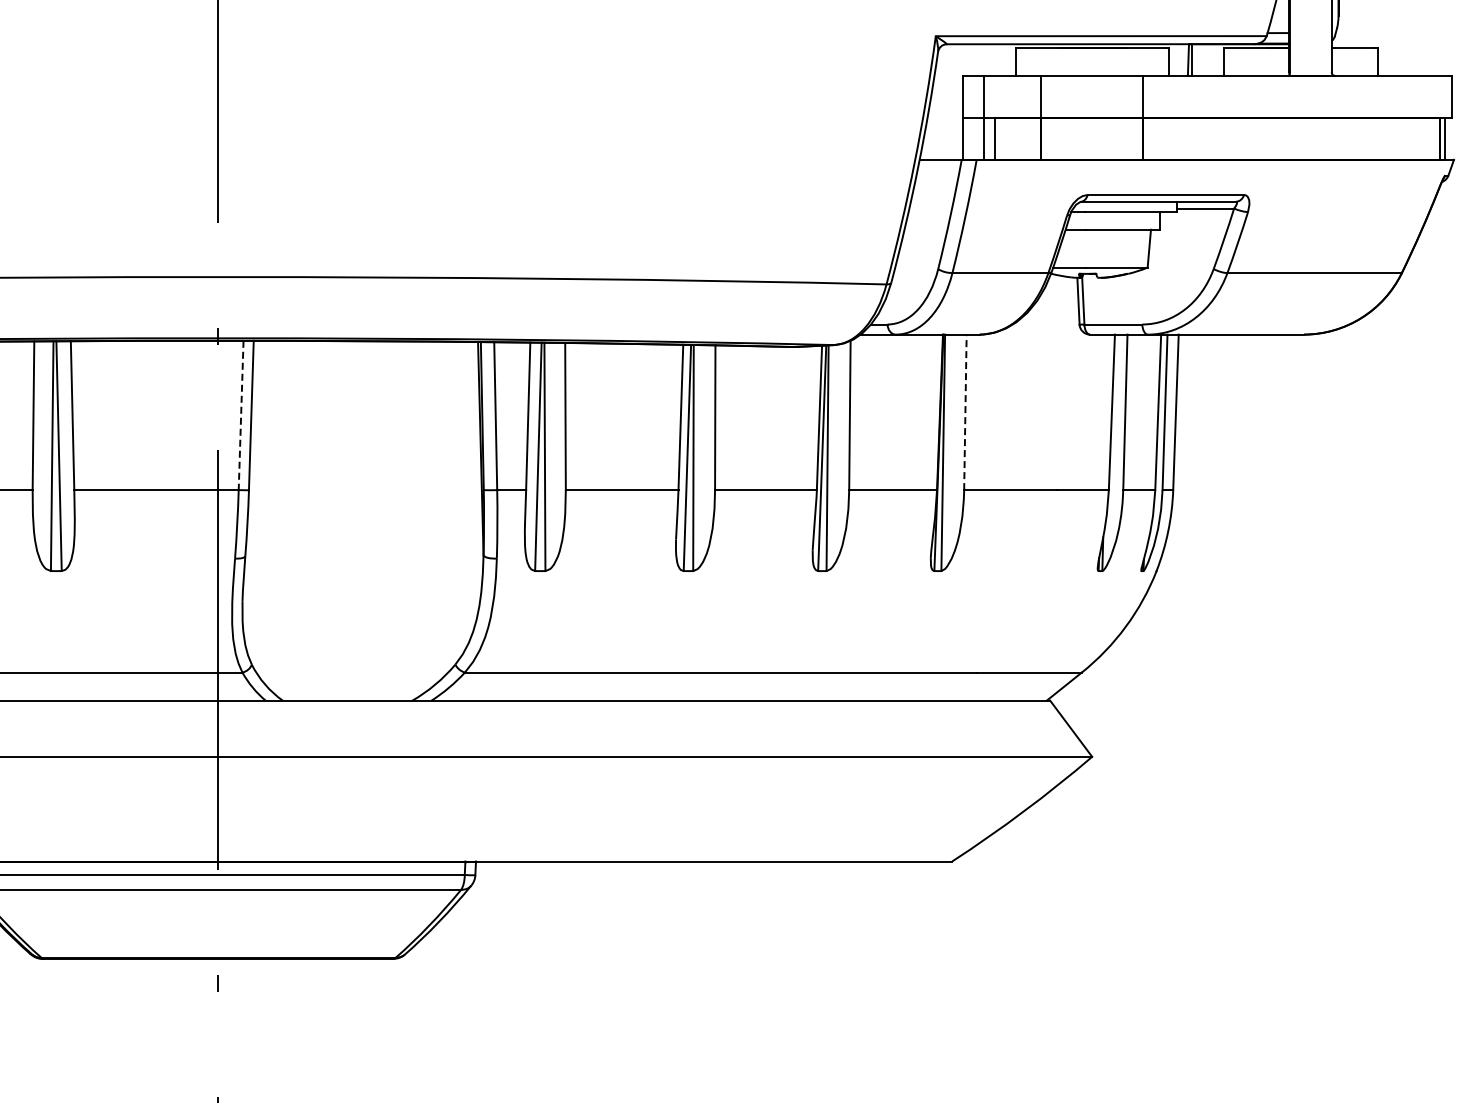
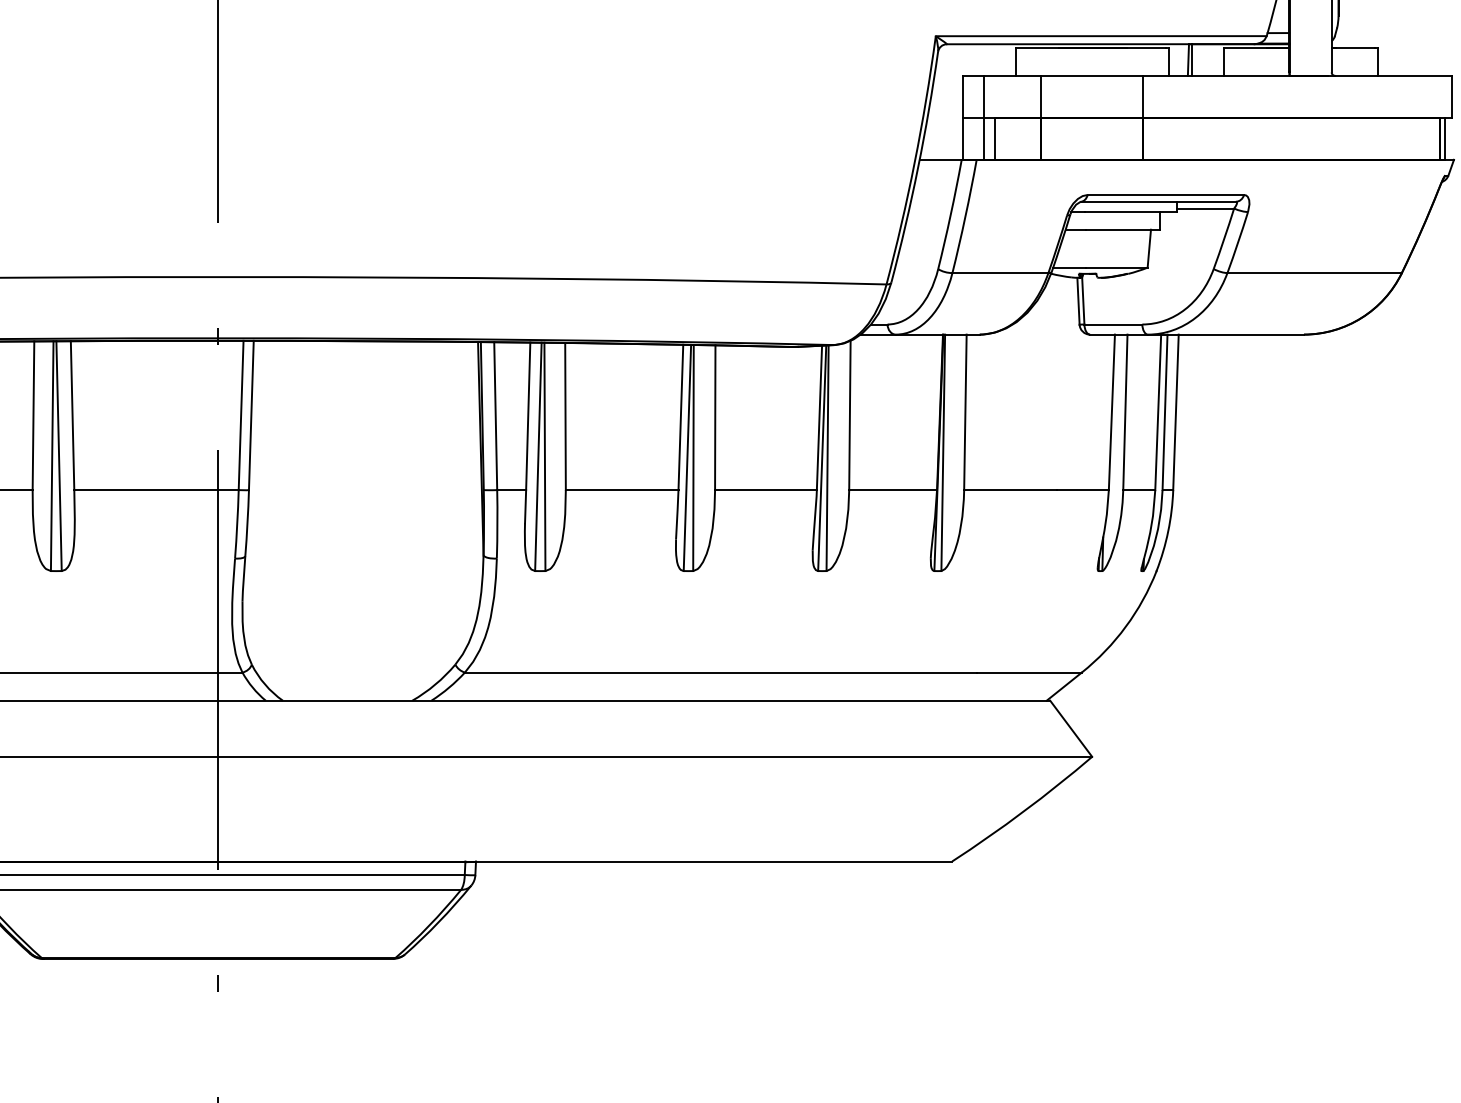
line at (965, 412): dashed -> solid
line at (241, 415): dashed -> solid
